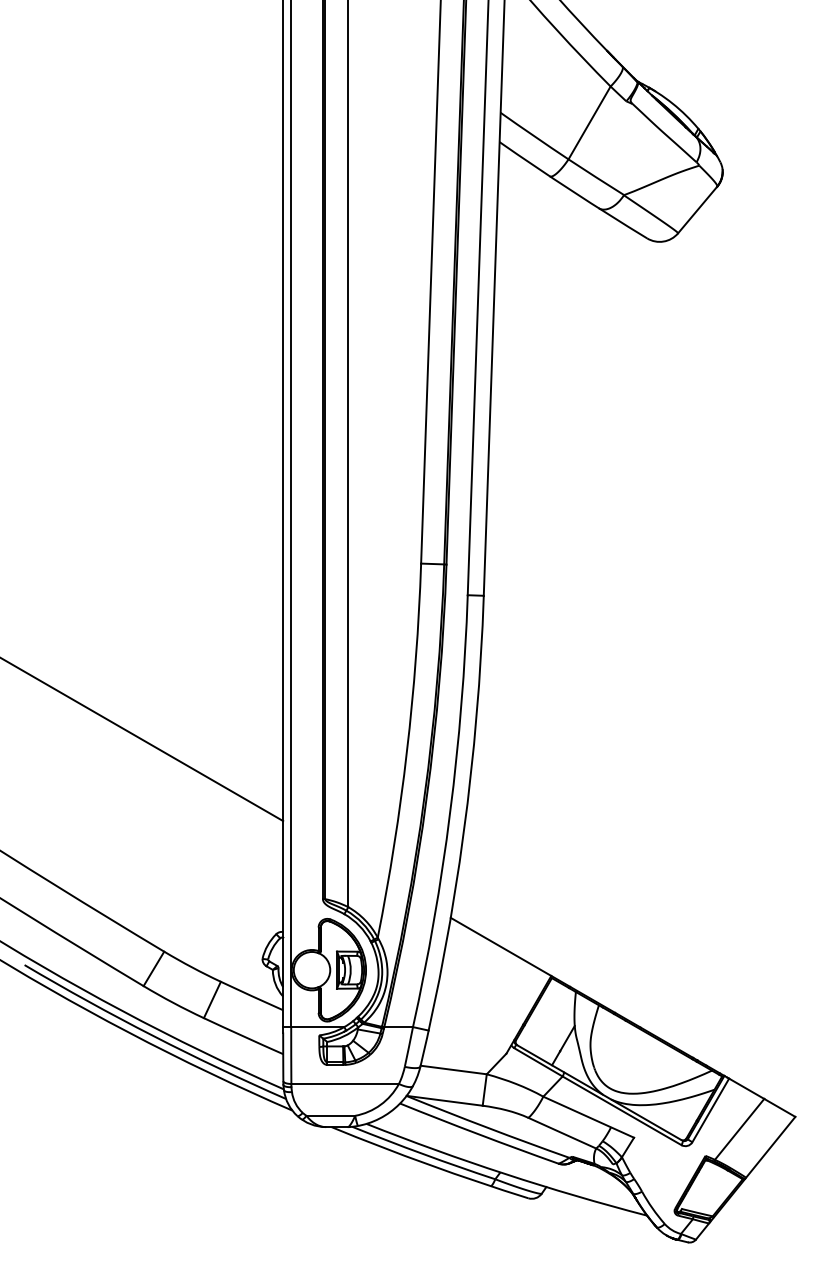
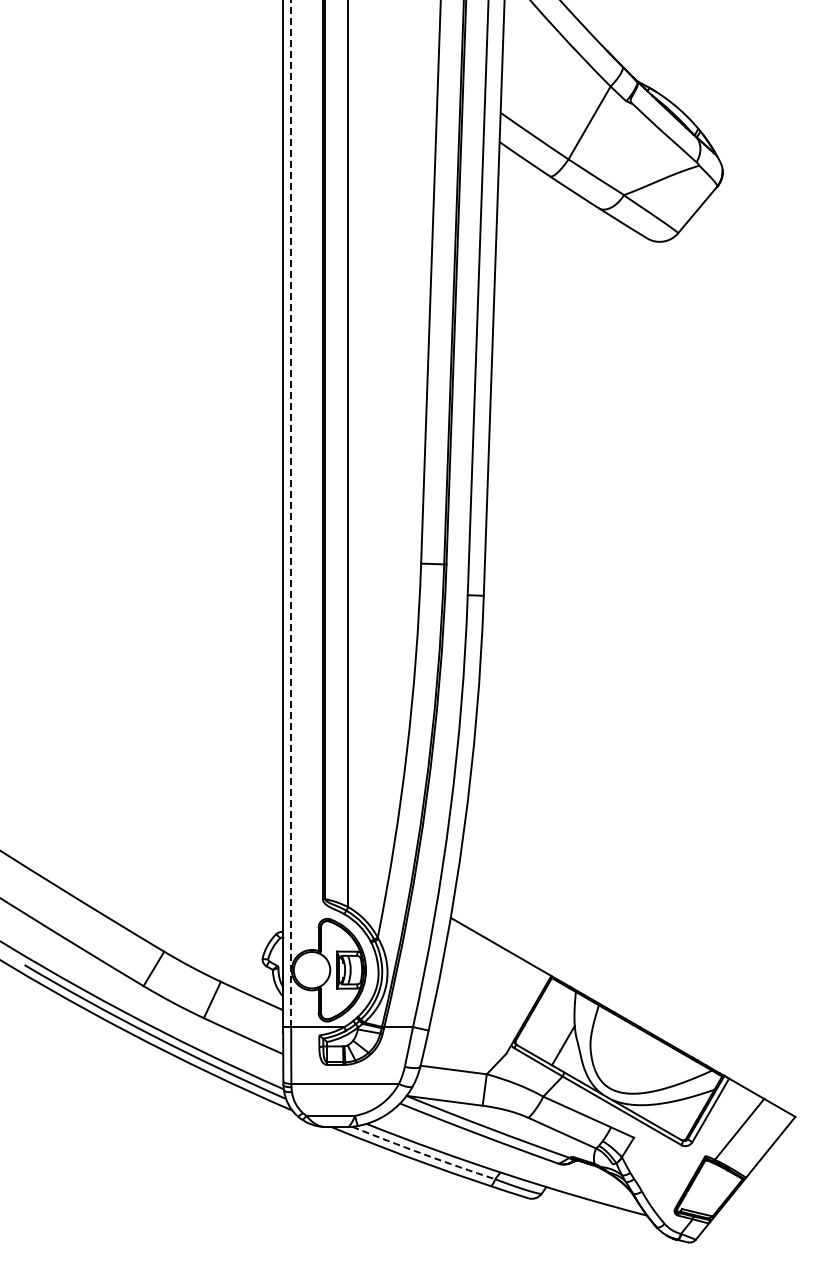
line at (291, 513): solid -> dashed
line at (142, 739): present -> none
arc at (423, 1154): solid -> dashed
